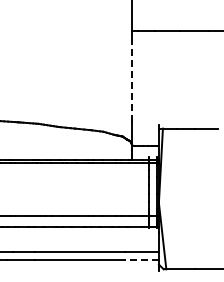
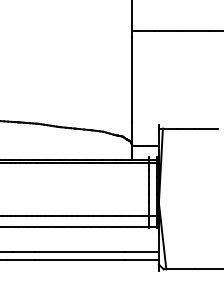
line at (132, 79): dashed -> solid
line at (142, 259): dashed -> solid
